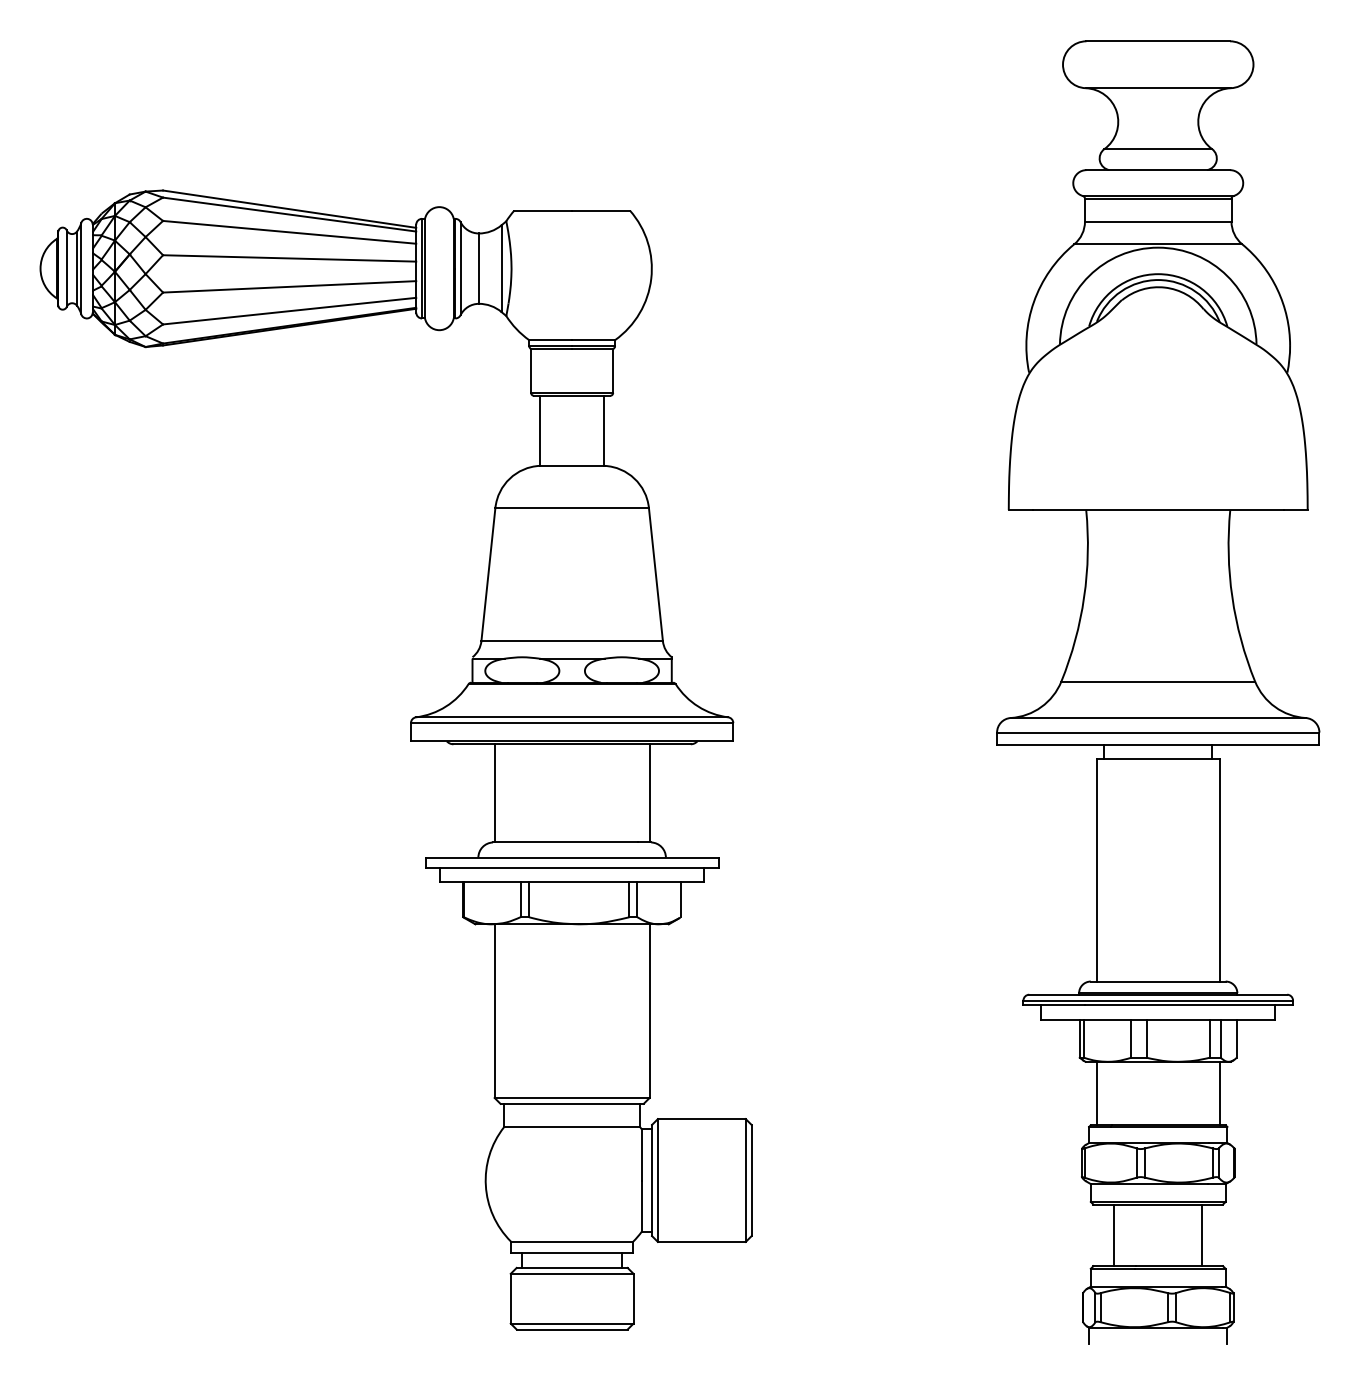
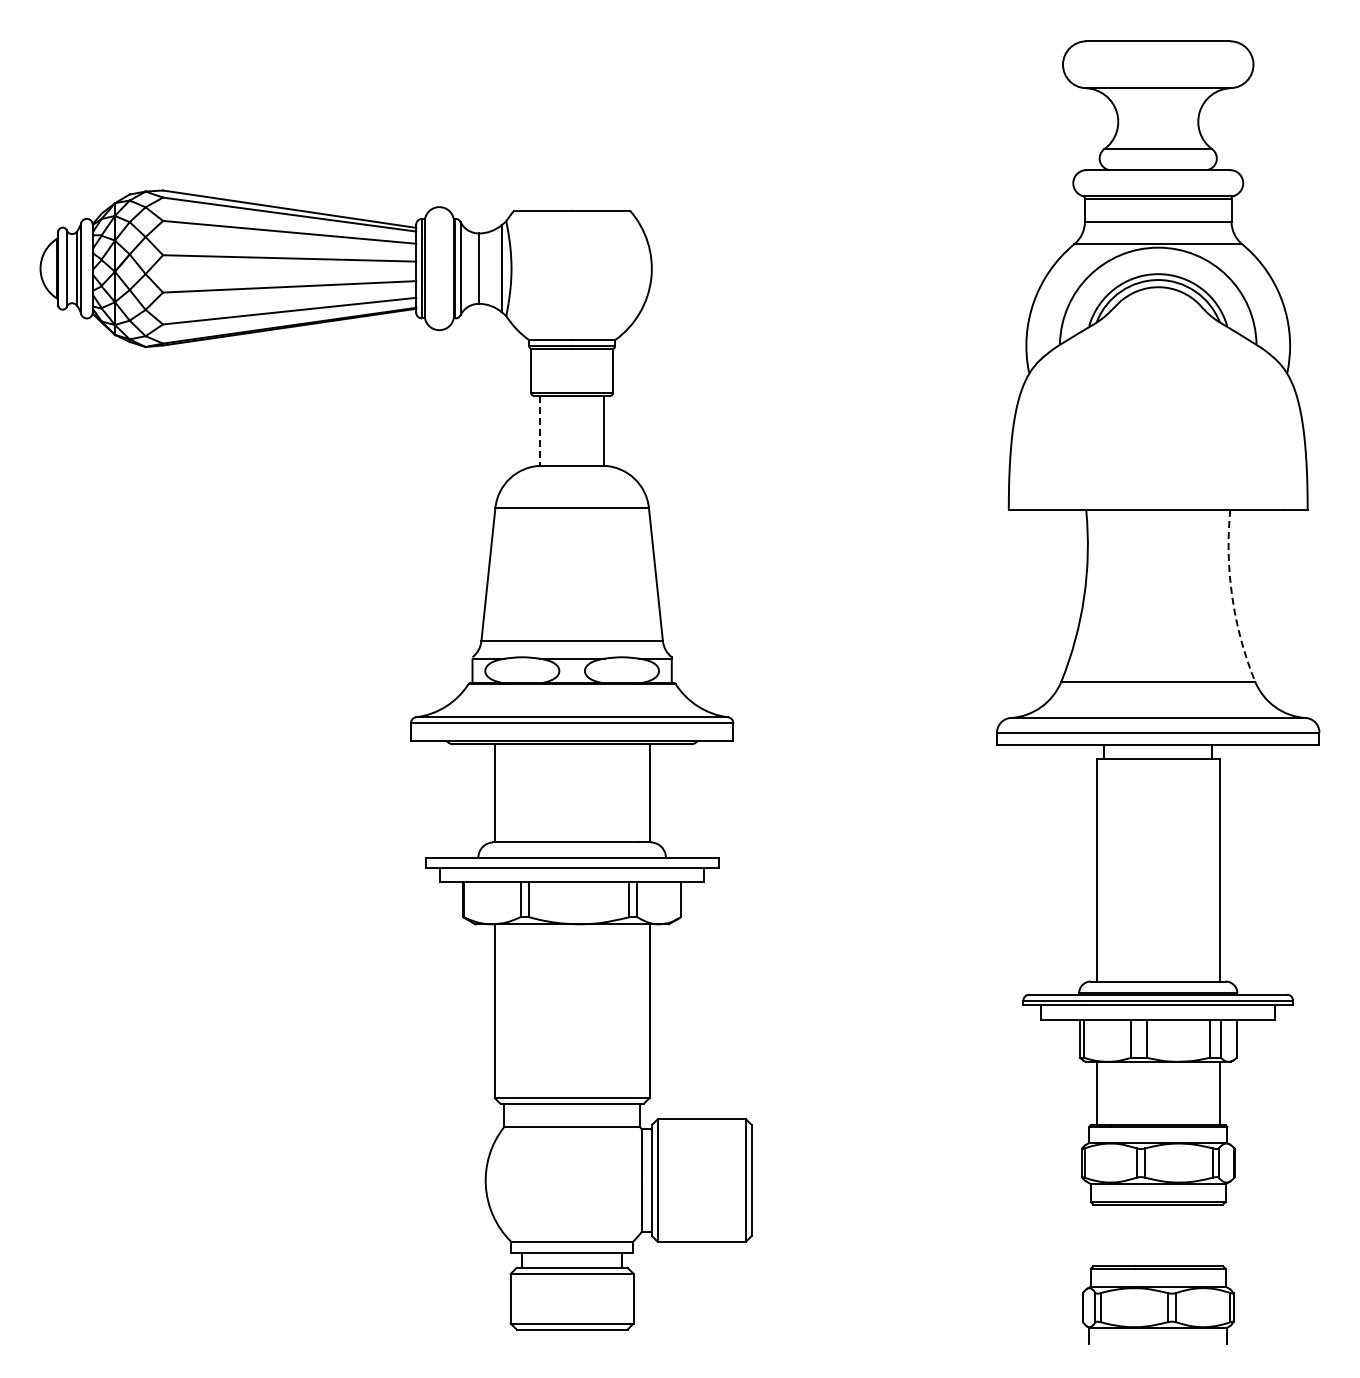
line at (540, 431): solid -> dashed
arc at (1232, 597): solid -> dashed
line at (1114, 1235): present -> none
line at (1202, 1235): present -> none
